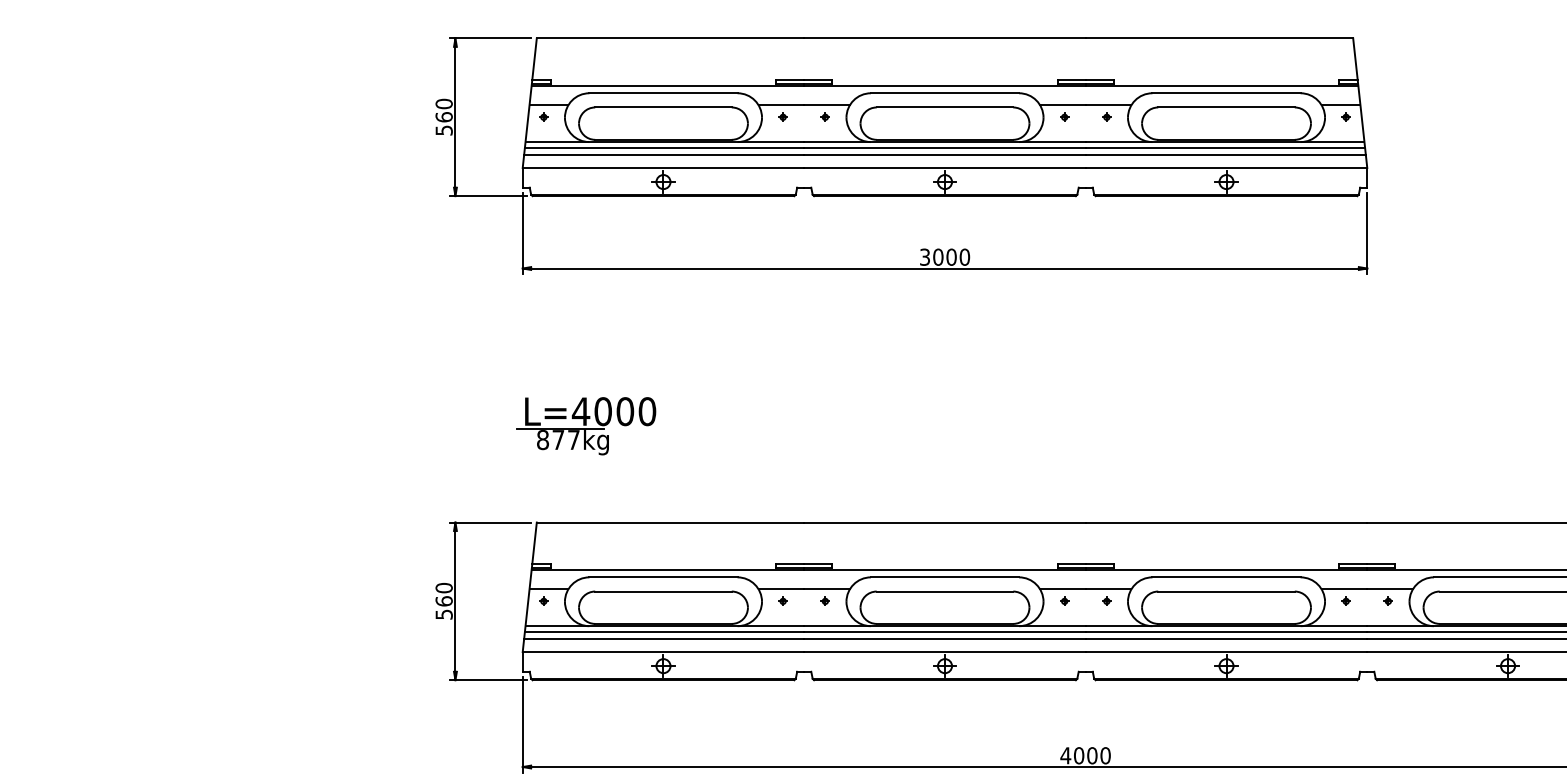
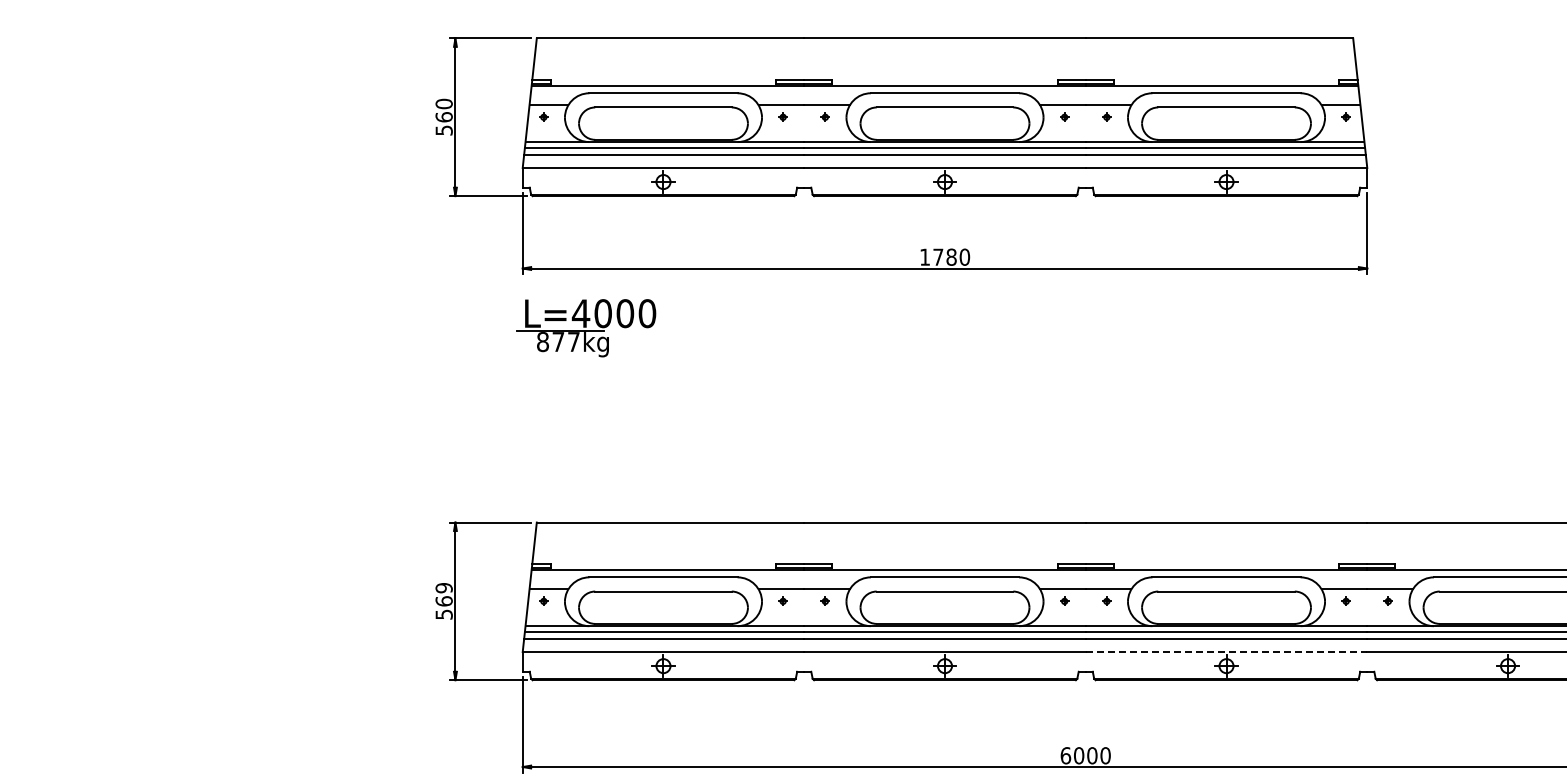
text at (938, 256): 3000 -> 1780
part at (586, 426) position: (586, 426) -> (586, 328)
text at (443, 588): 560 -> 569
line at (1226, 652): solid -> dashed
text at (1065, 755): 4000 -> 6000
